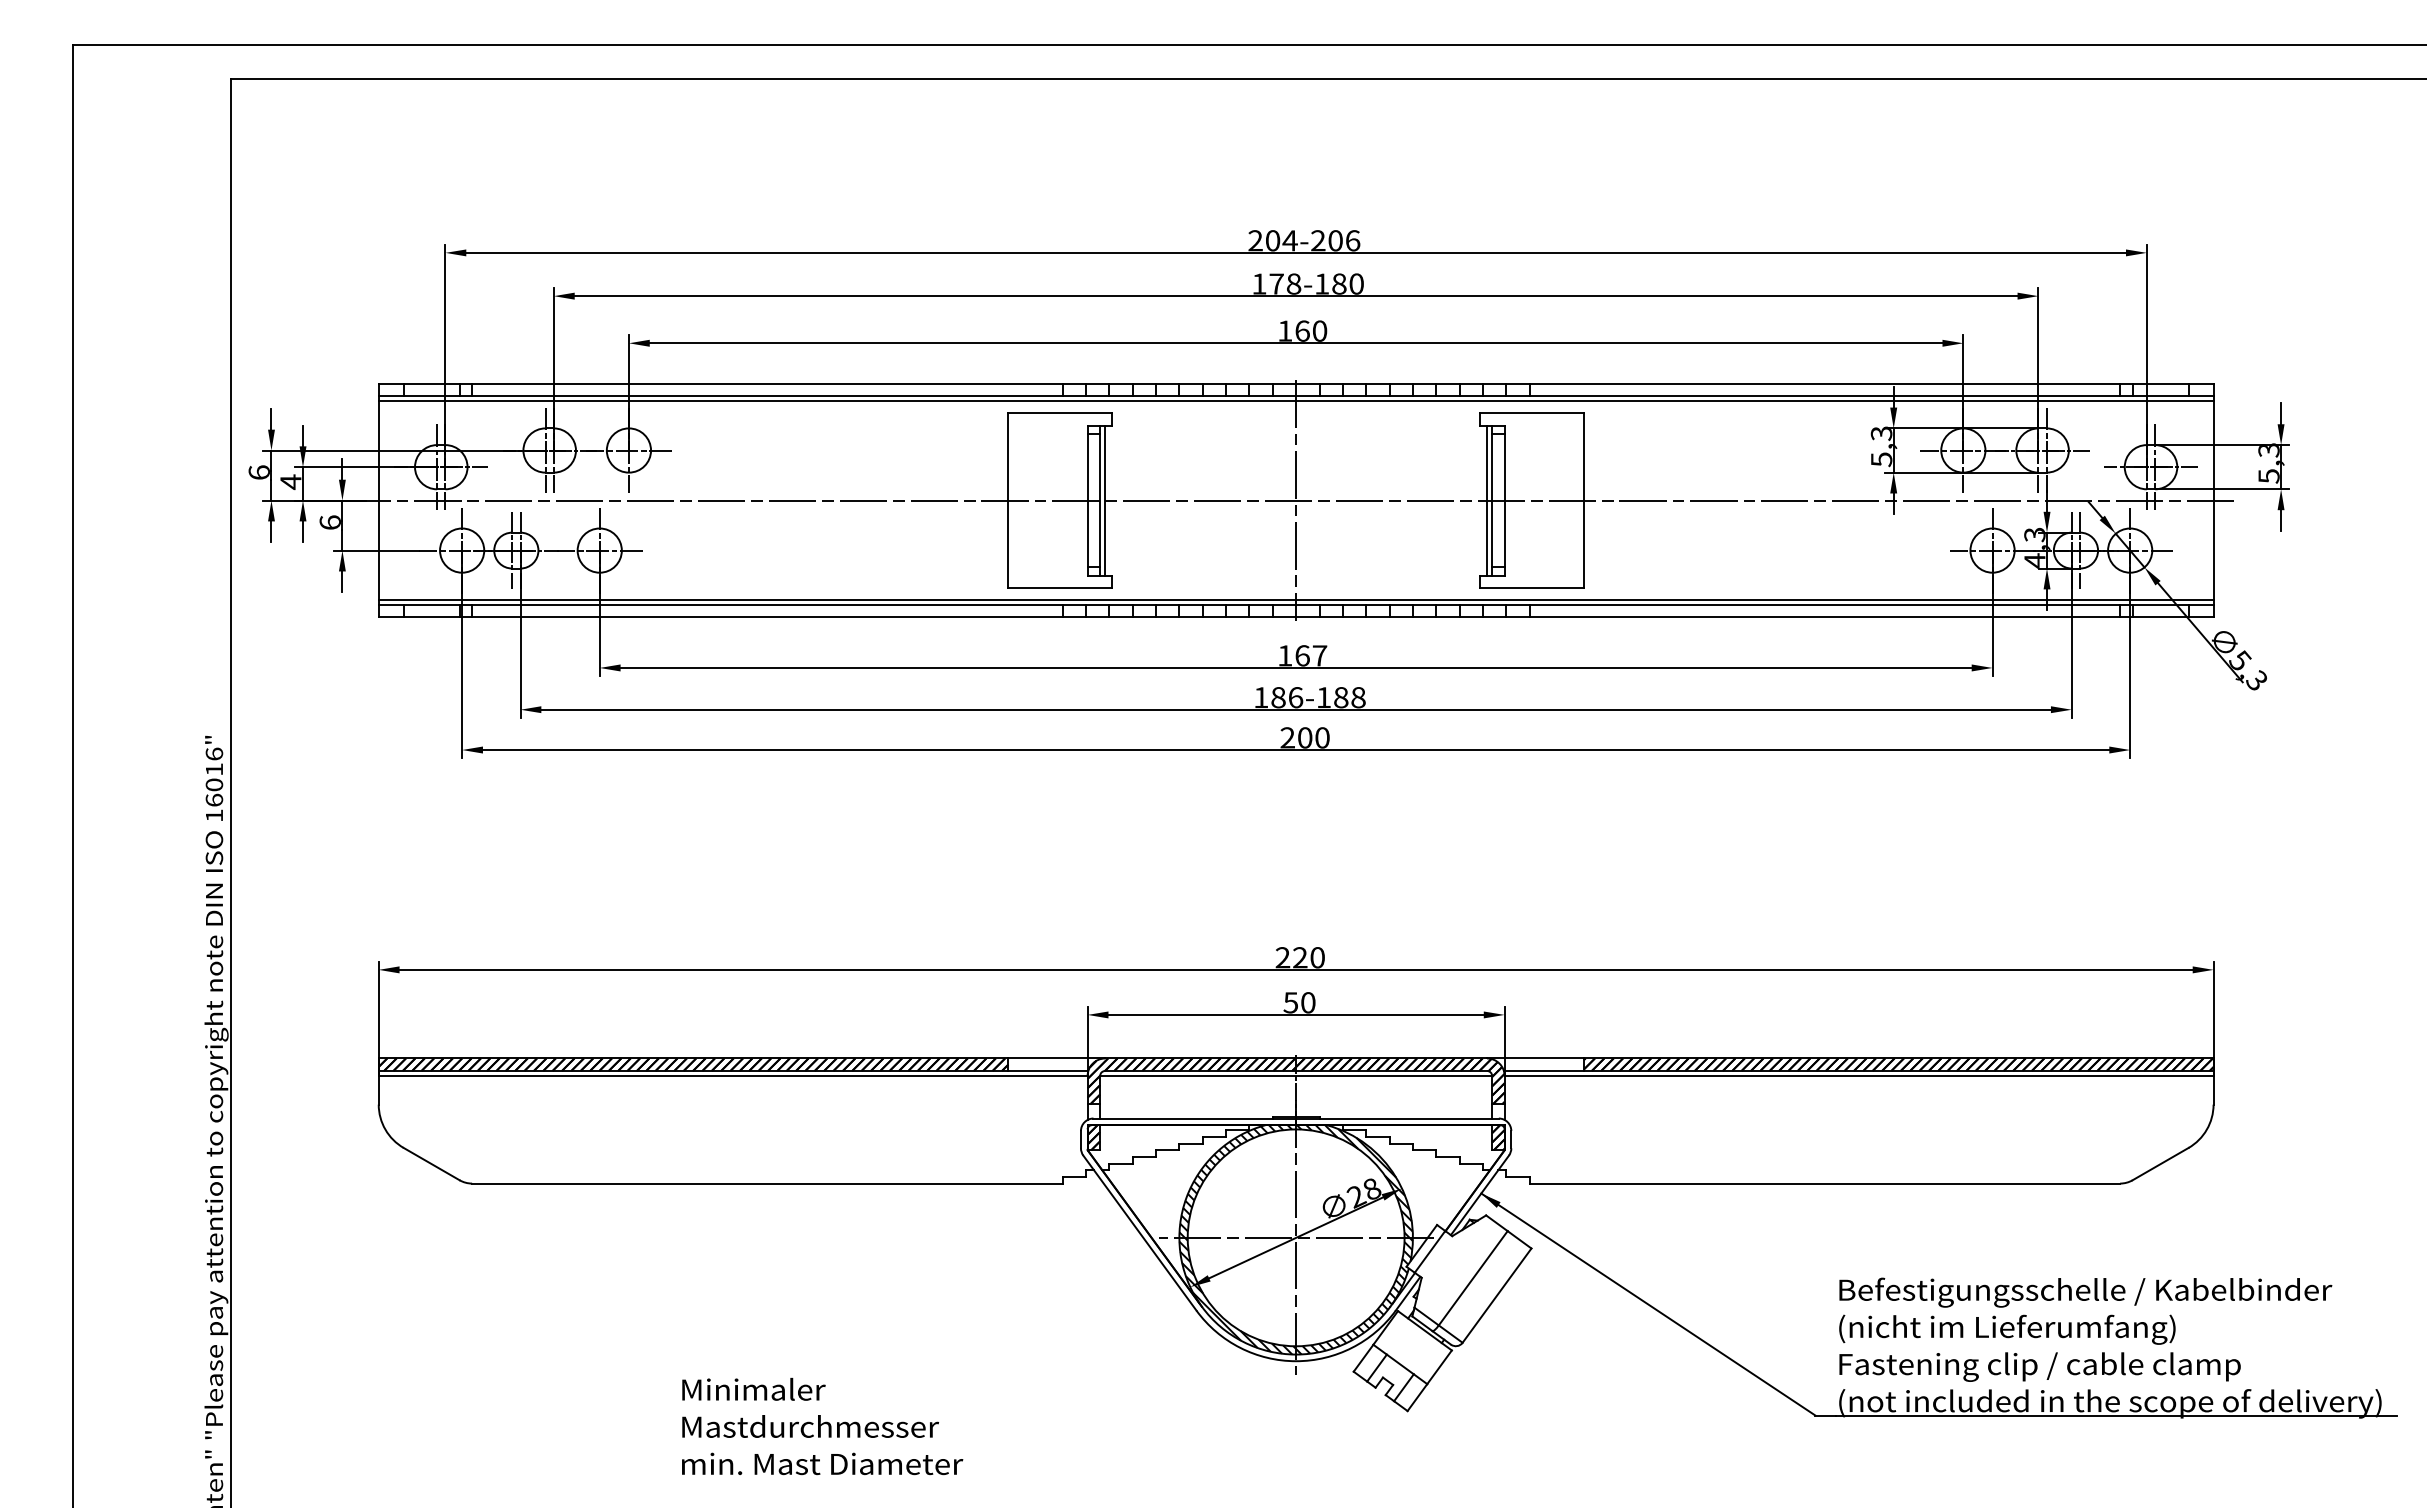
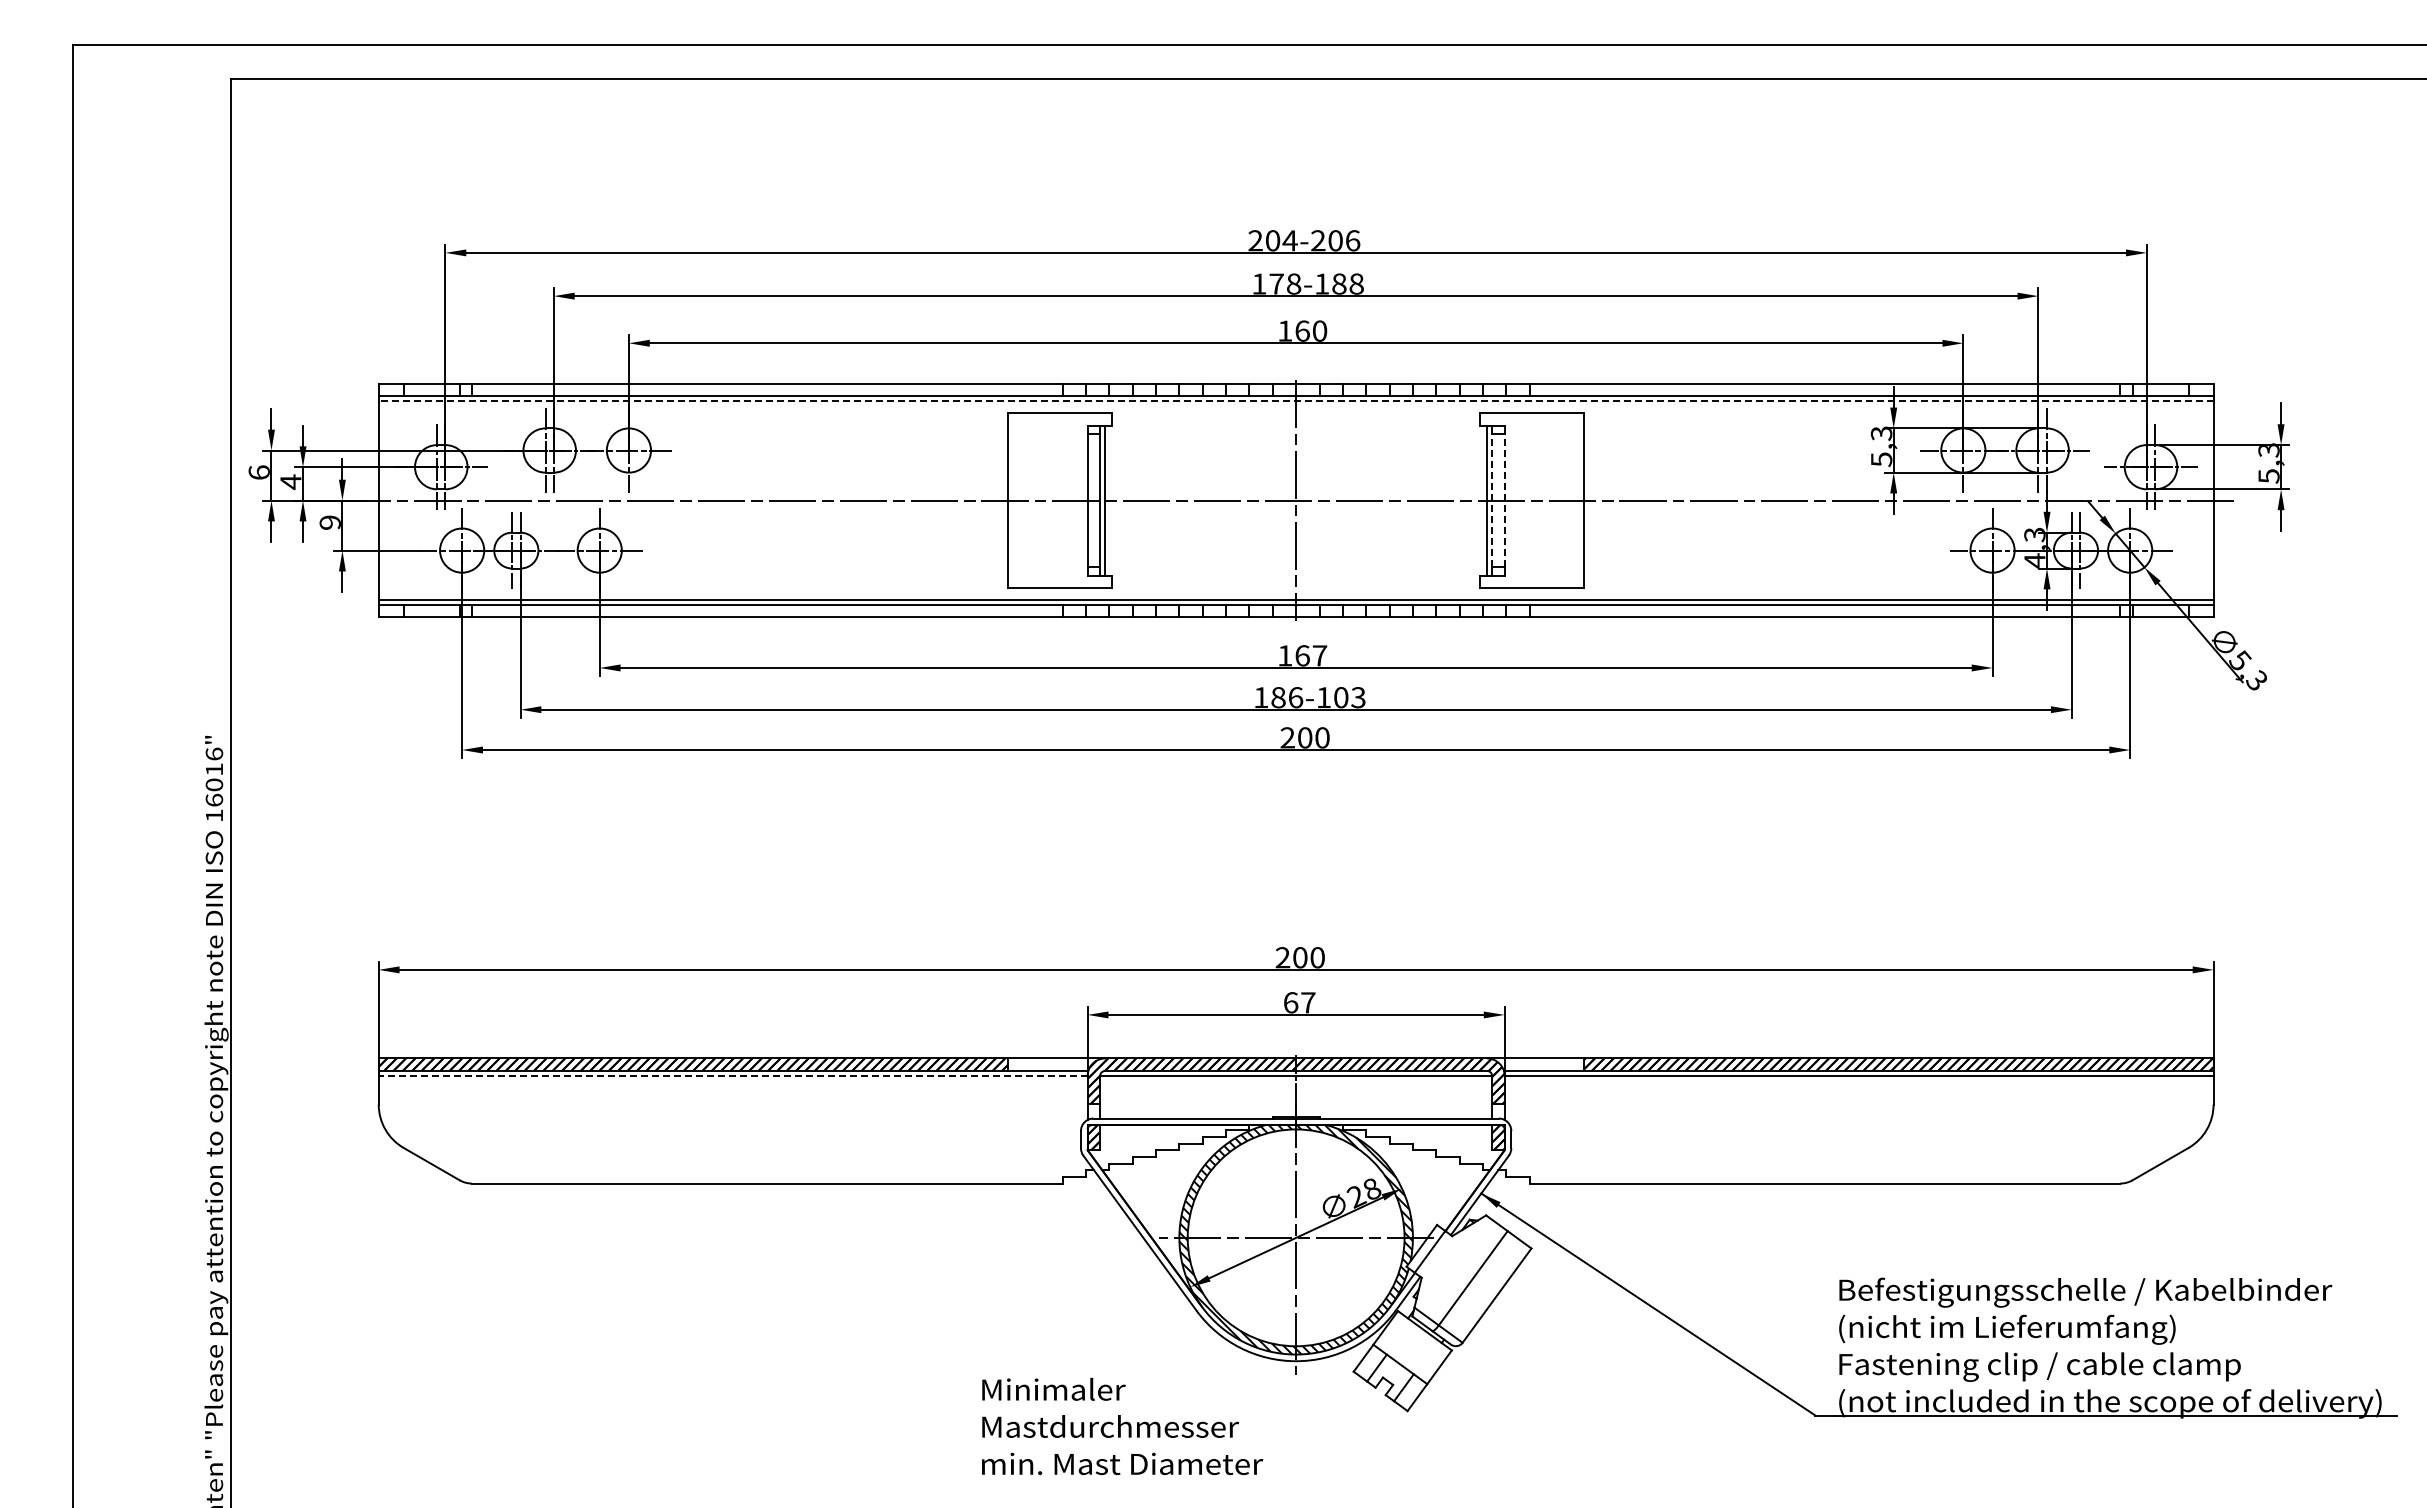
text at (1356, 284): 178-180 -> 178-188
line at (1295, 401): solid -> dashed
line at (1492, 500): solid -> dashed
line at (1504, 500): solid -> dashed
text at (329, 522): 6 -> 9
text at (1349, 697): 186-188 -> 186-103
text at (1300, 957): 220 -> 200
text at (1299, 1002): 50 -> 67
line at (732, 1075): solid -> dashed
text at (822, 1426) position: (822, 1426) -> (1122, 1426)
